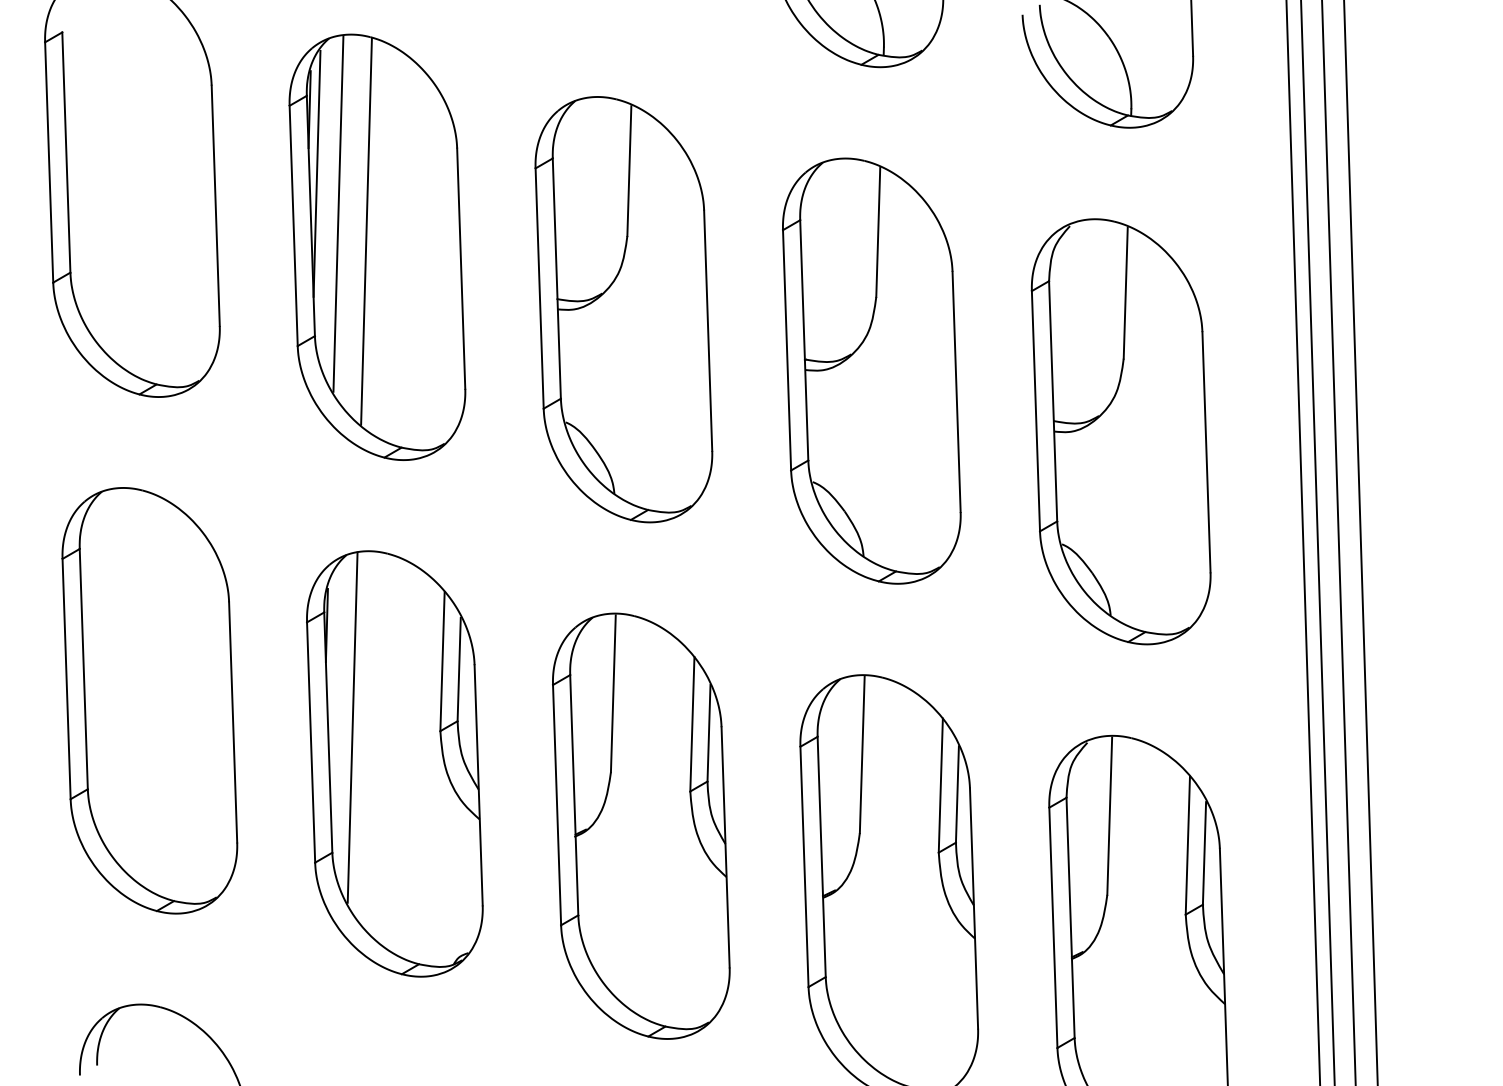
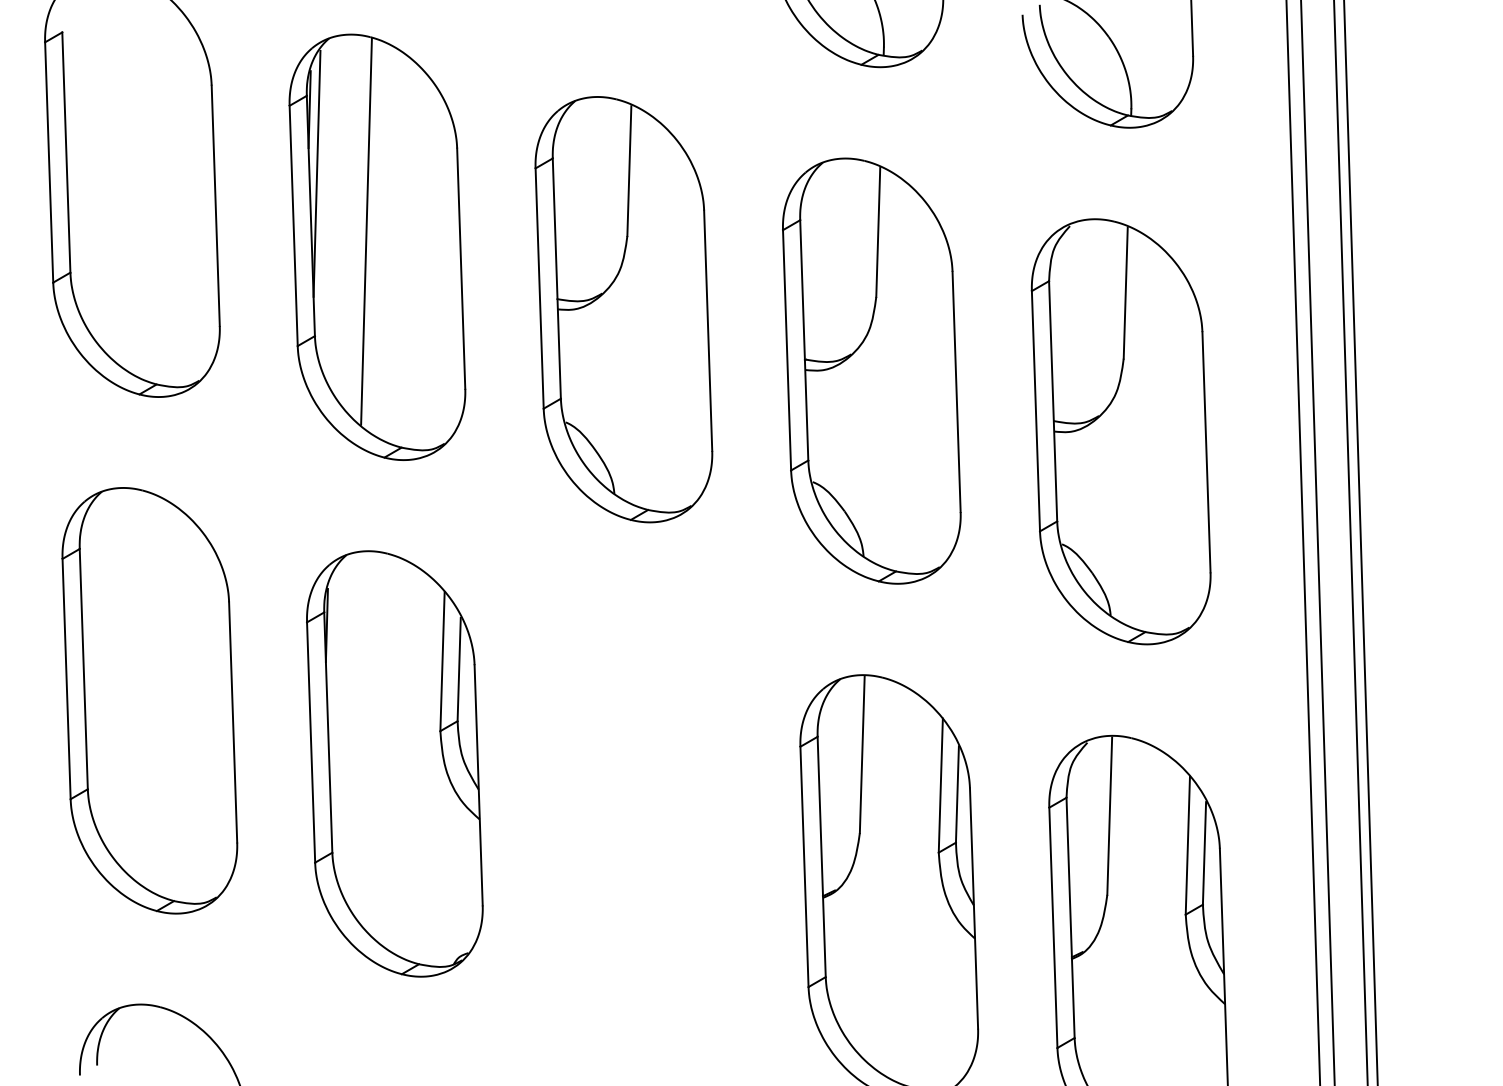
line at (338, 213): present -> none
line at (1338, 542) position: (1338, 542) -> (1350, 542)
line at (352, 727): present -> none
part at (641, 825): present -> none
